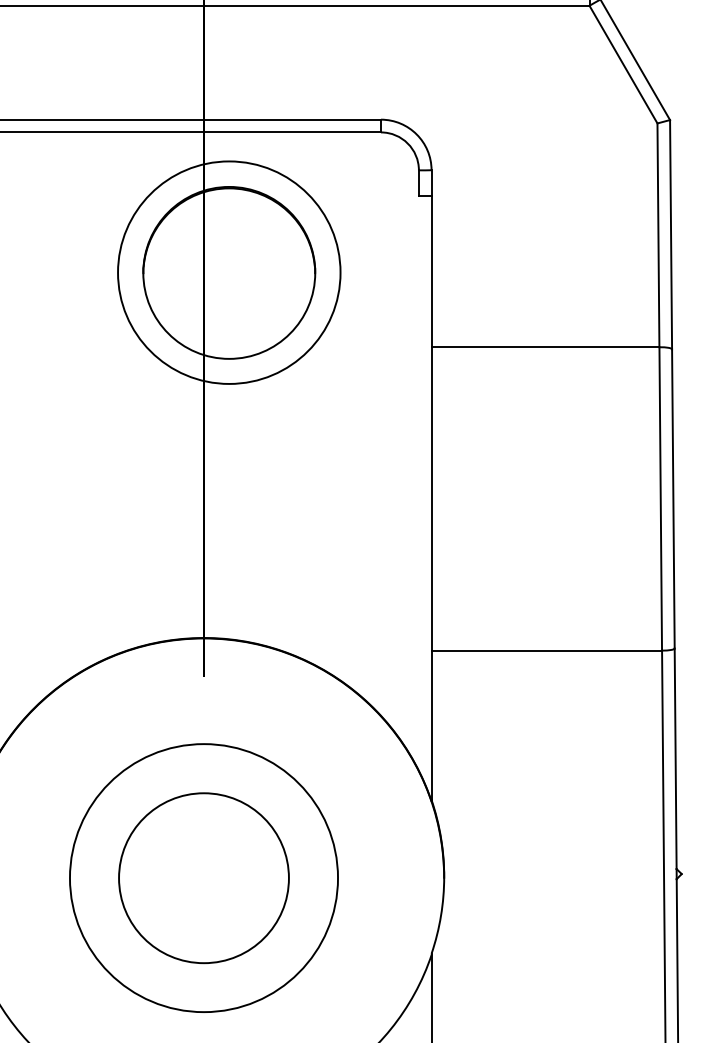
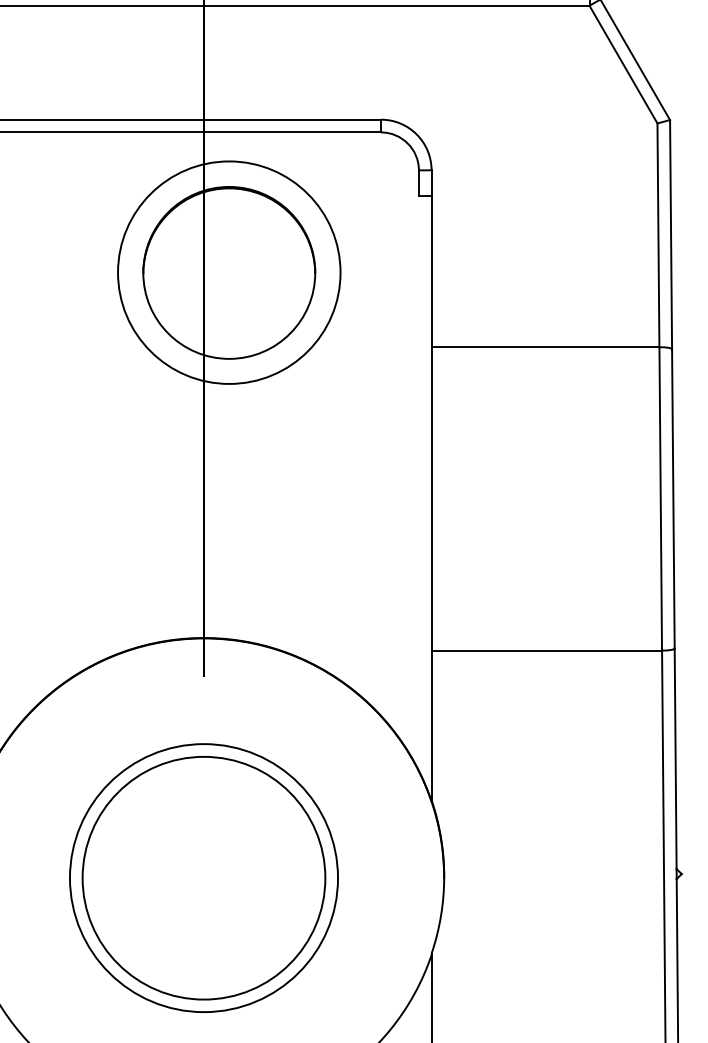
circle at (203, 878) diameter: 170 px -> 243 px
